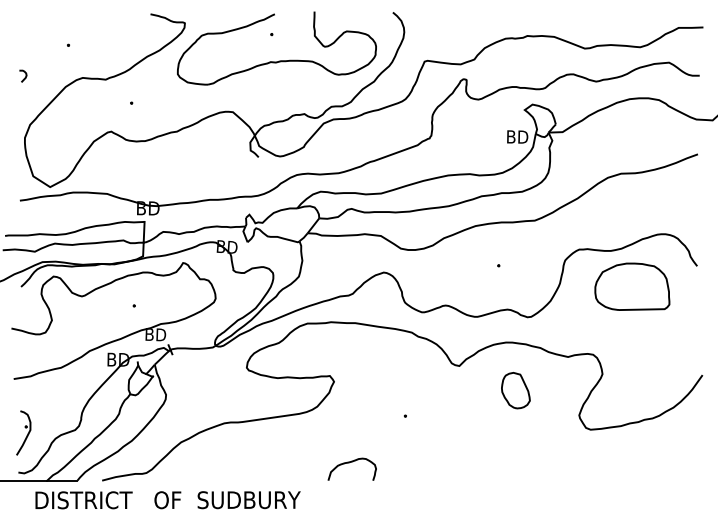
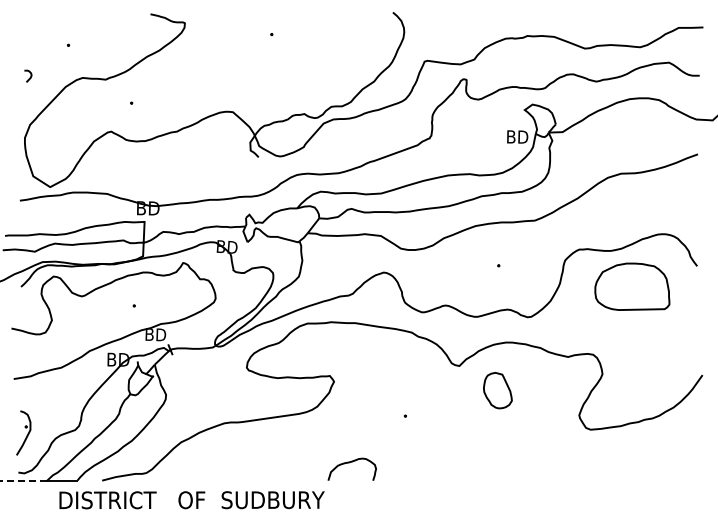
part at (279, 60): present -> none
curve at (25, 75) position: (25, 75) -> (30, 75)
part at (515, 390) position: (515, 390) -> (497, 390)
line at (23, 480): solid -> dashed
text at (167, 500) position: (167, 500) -> (191, 500)
